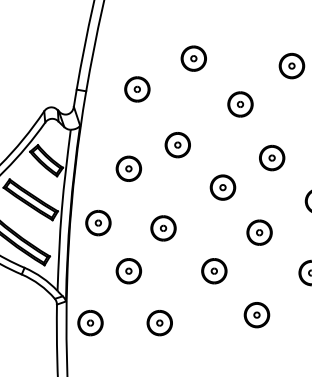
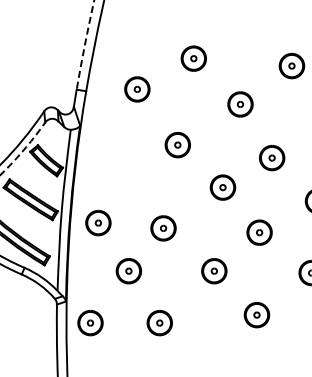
arc at (84, 45): solid -> dashed
arc at (24, 149): solid -> dashed
part at (128, 168): present -> none
